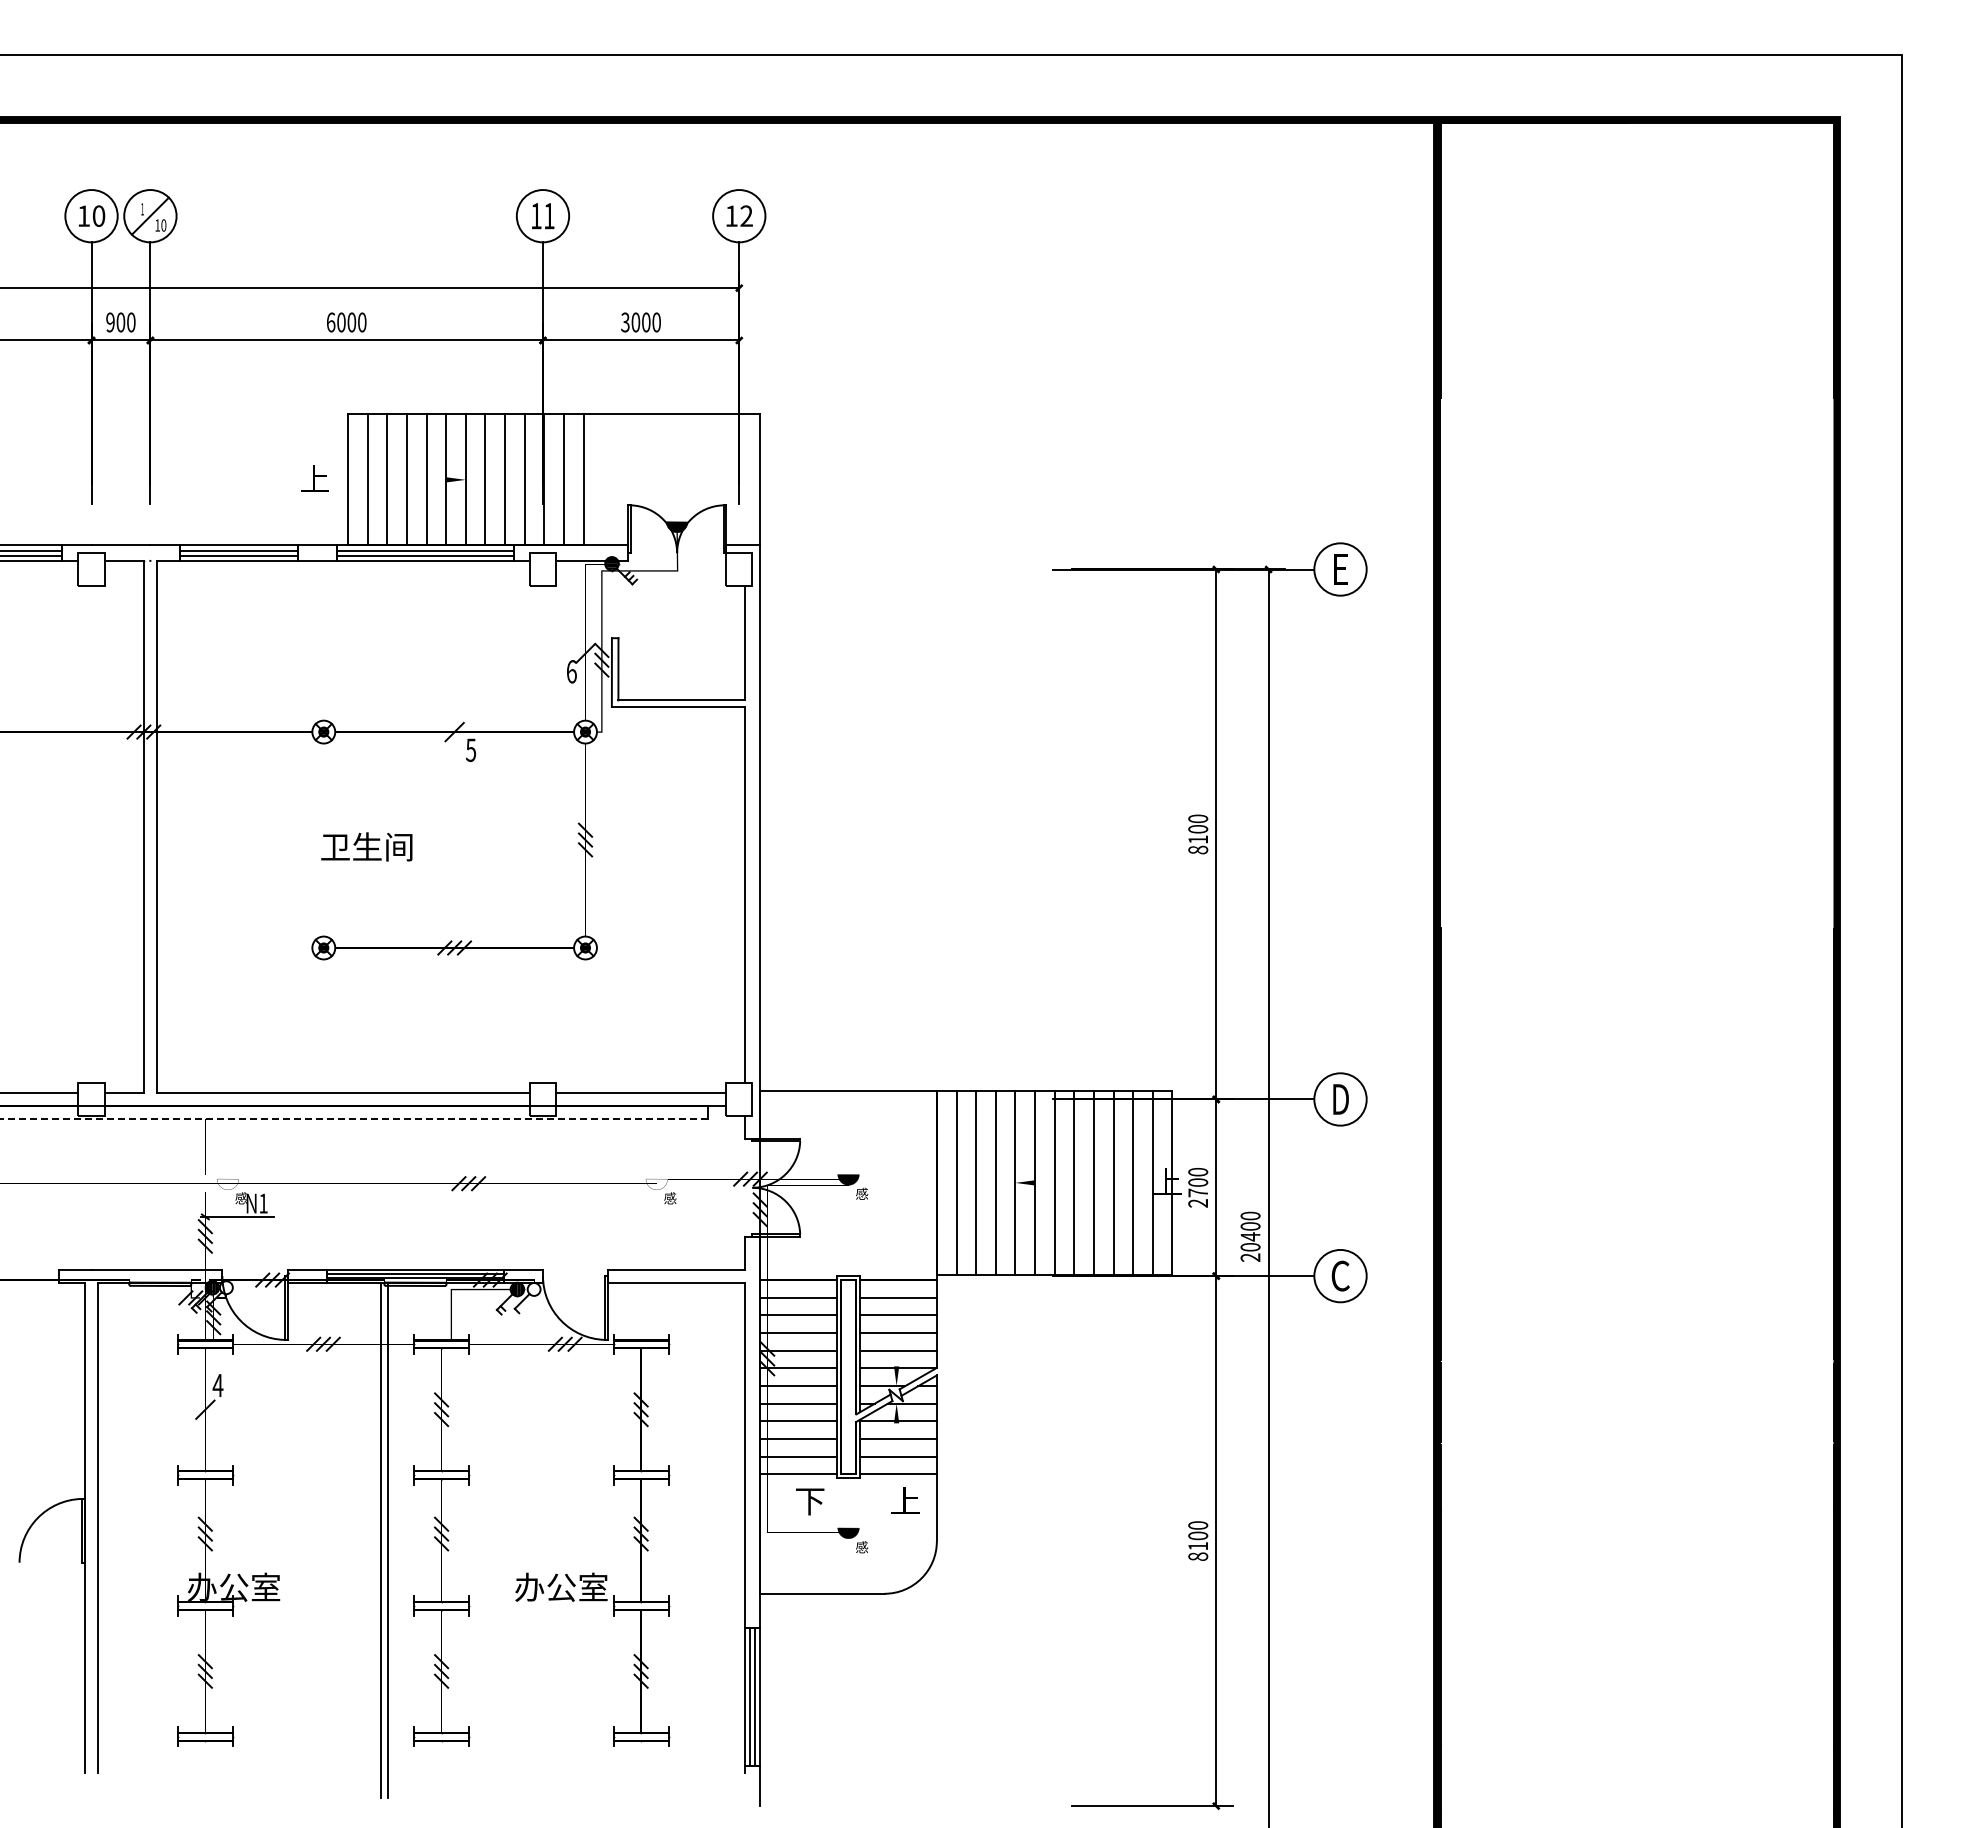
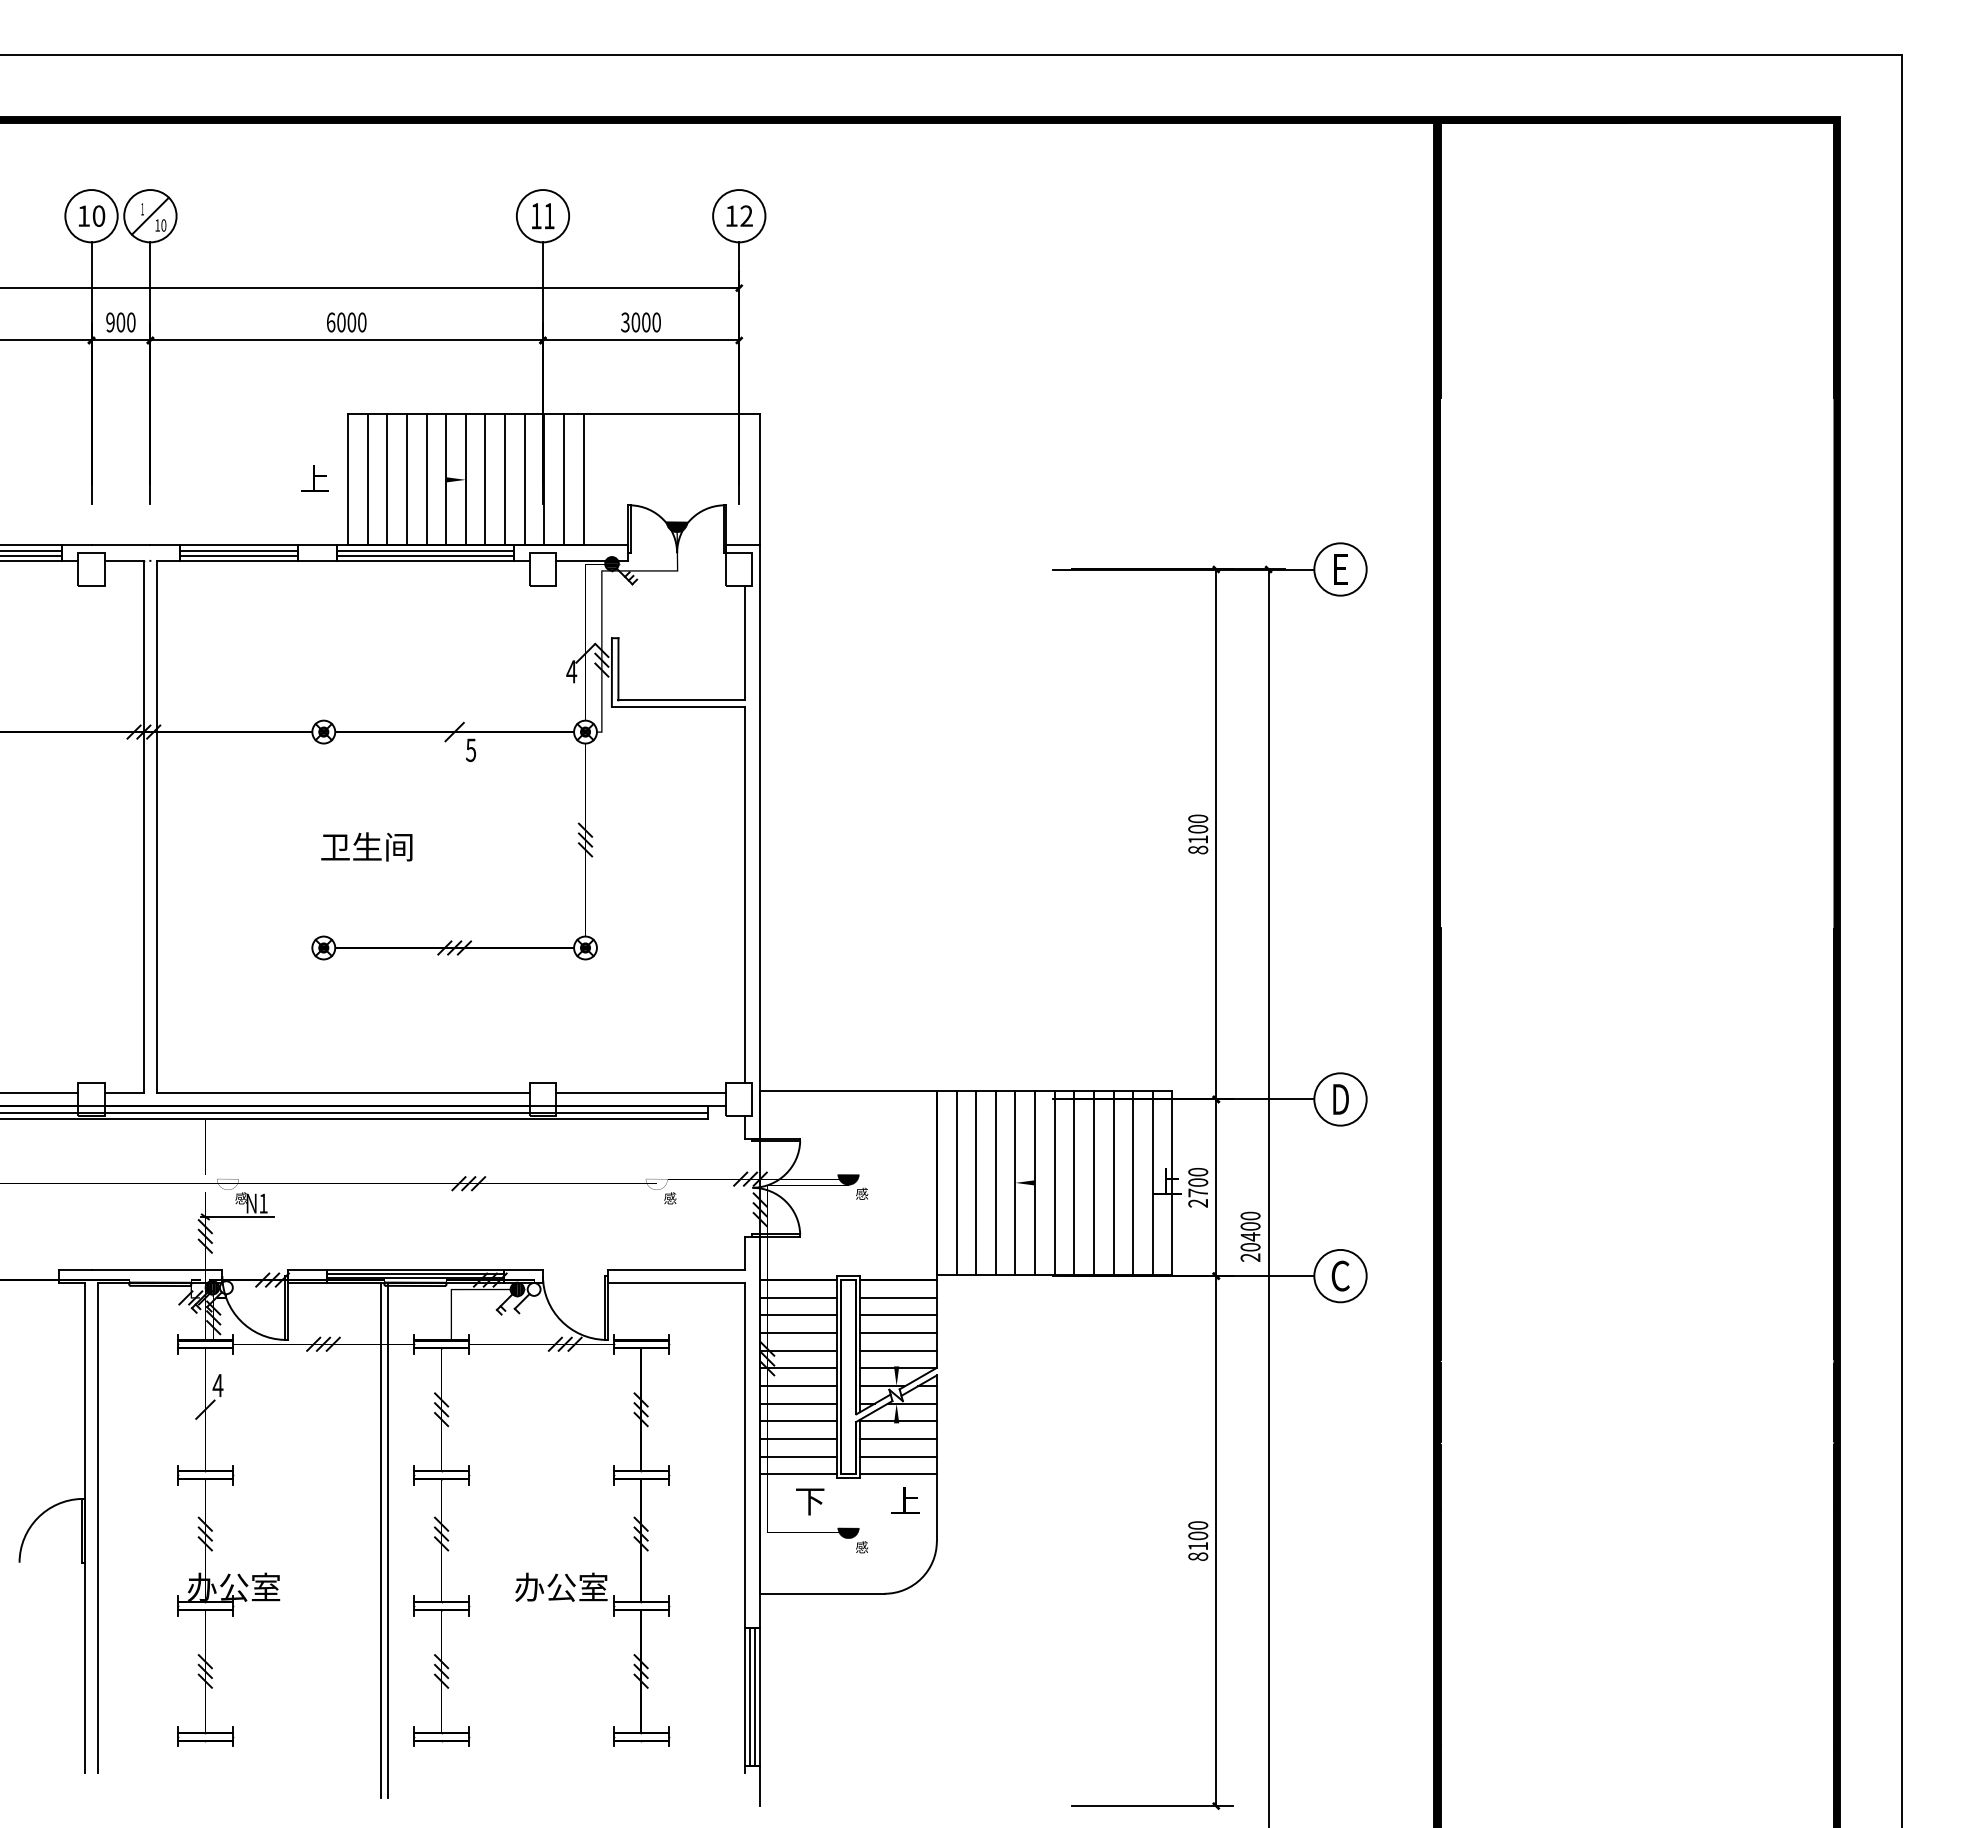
text at (571, 671): 6 -> 4
line at (355, 1112): none -> present
line at (354, 1119): dashed -> solid
